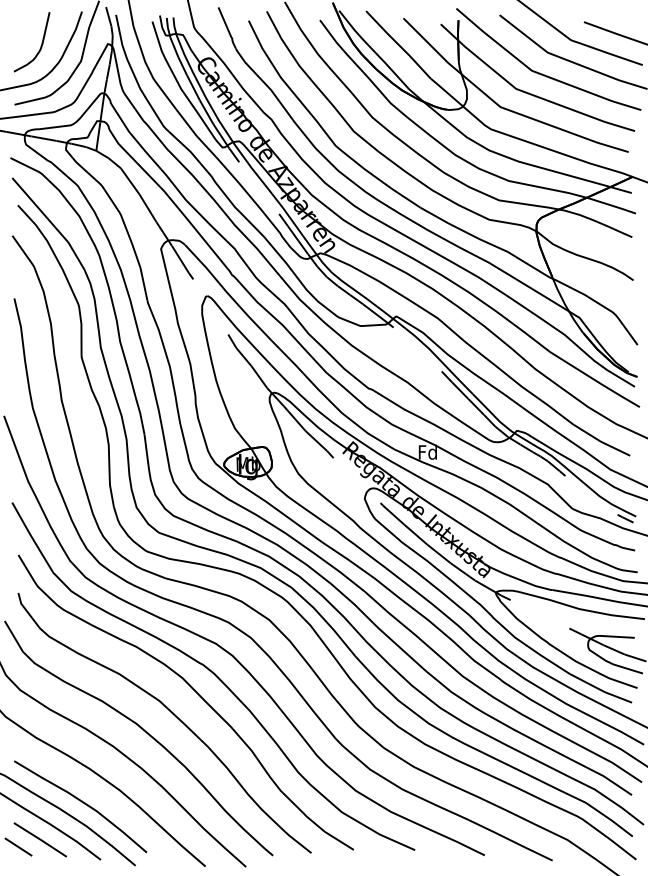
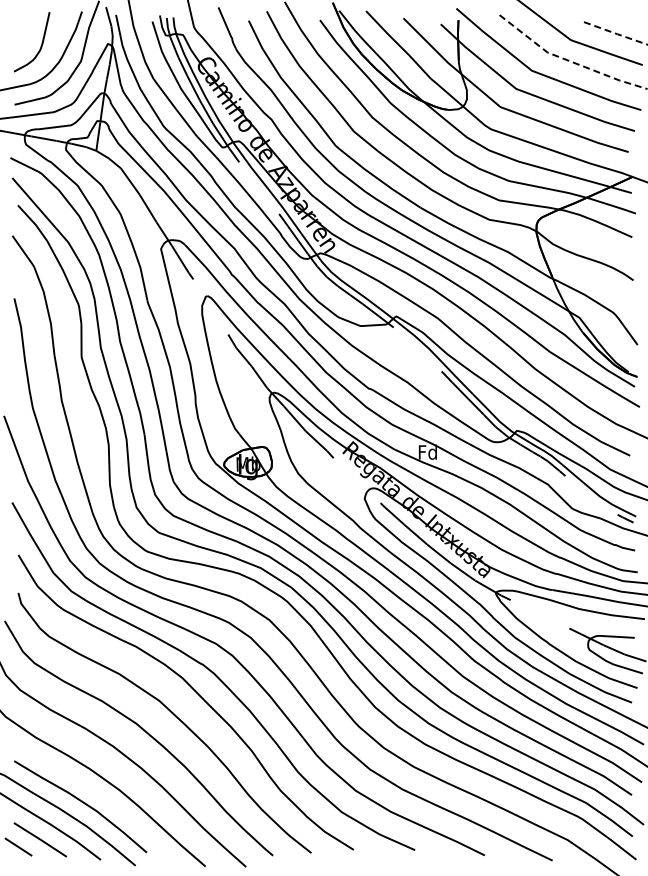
line at (616, 33): solid -> dashed
line at (569, 60): solid -> dashed
